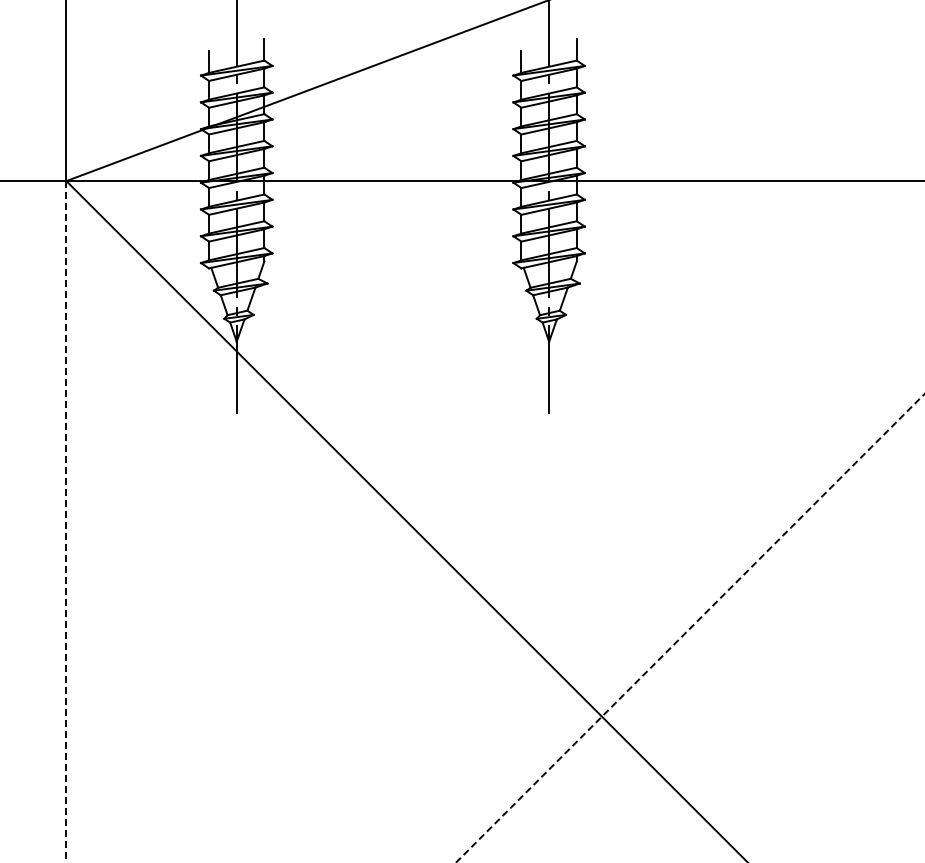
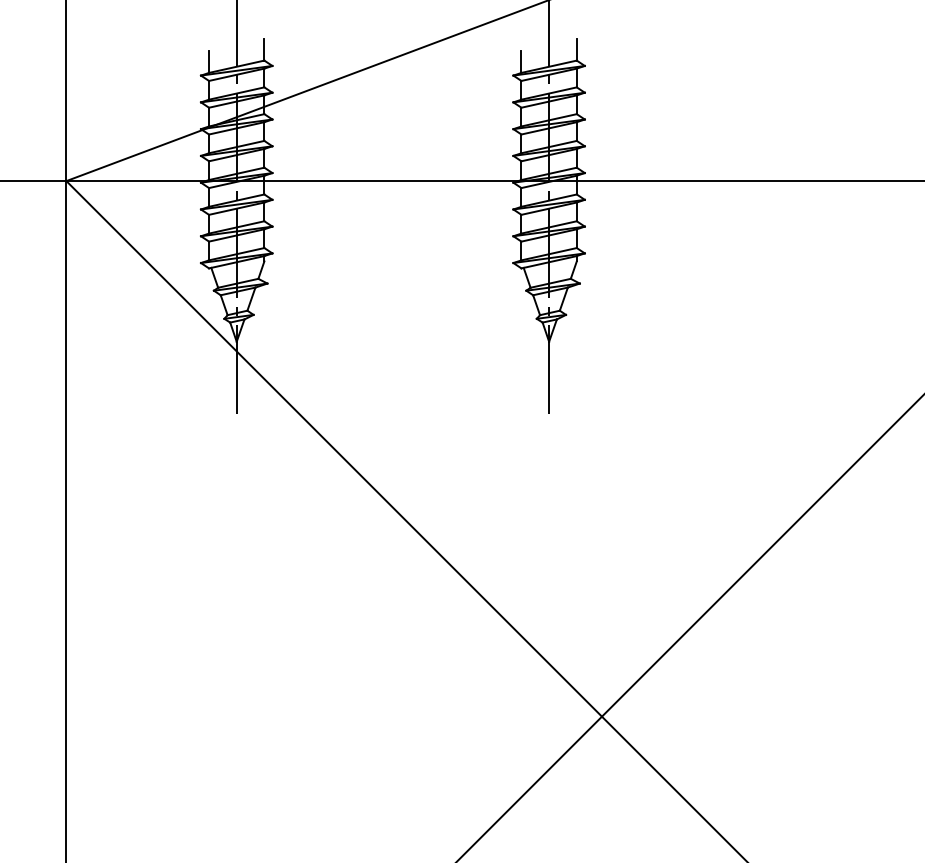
line at (66, 521): dashed -> solid
line at (690, 628): dashed -> solid
